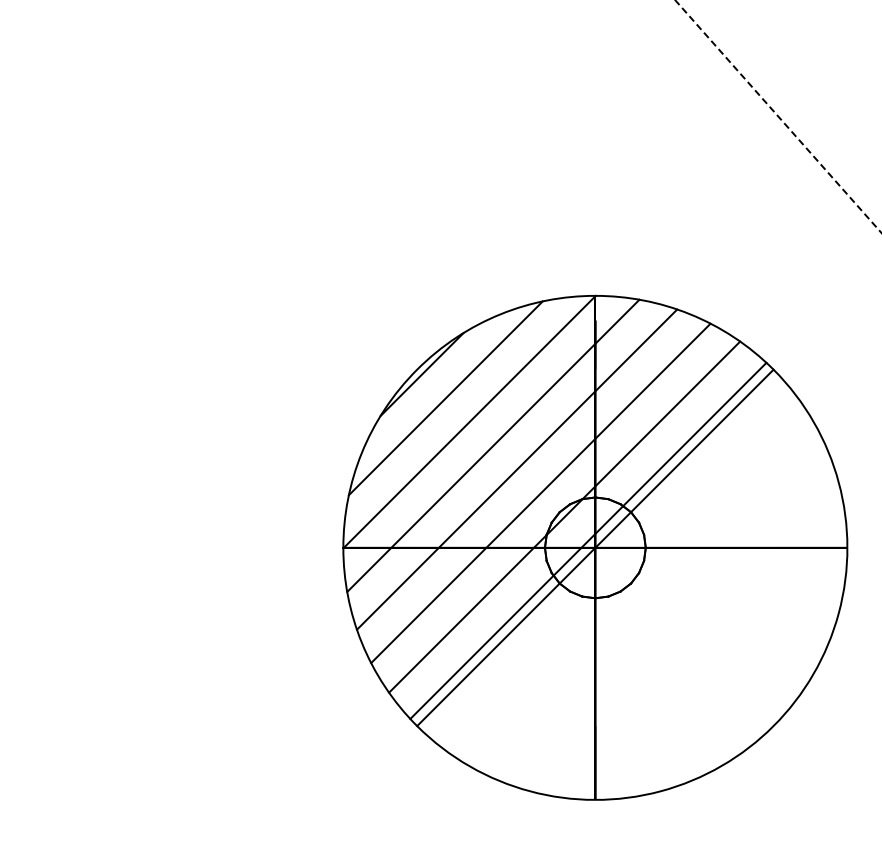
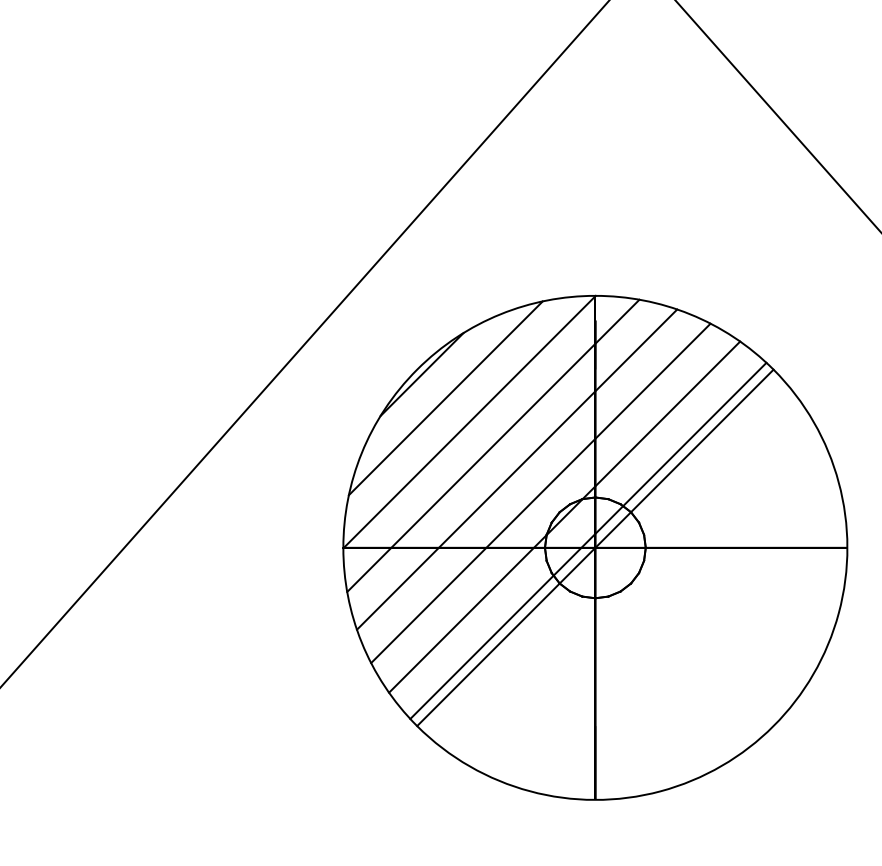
line at (778, 116): dashed -> solid
line at (304, 343): none -> present
